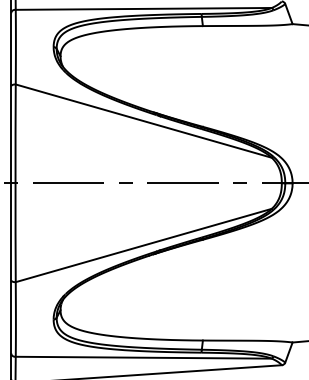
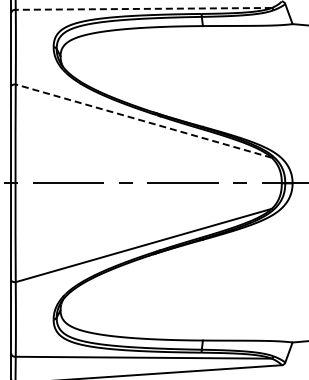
line at (143, 8): solid -> dashed
line at (143, 120): solid -> dashed
